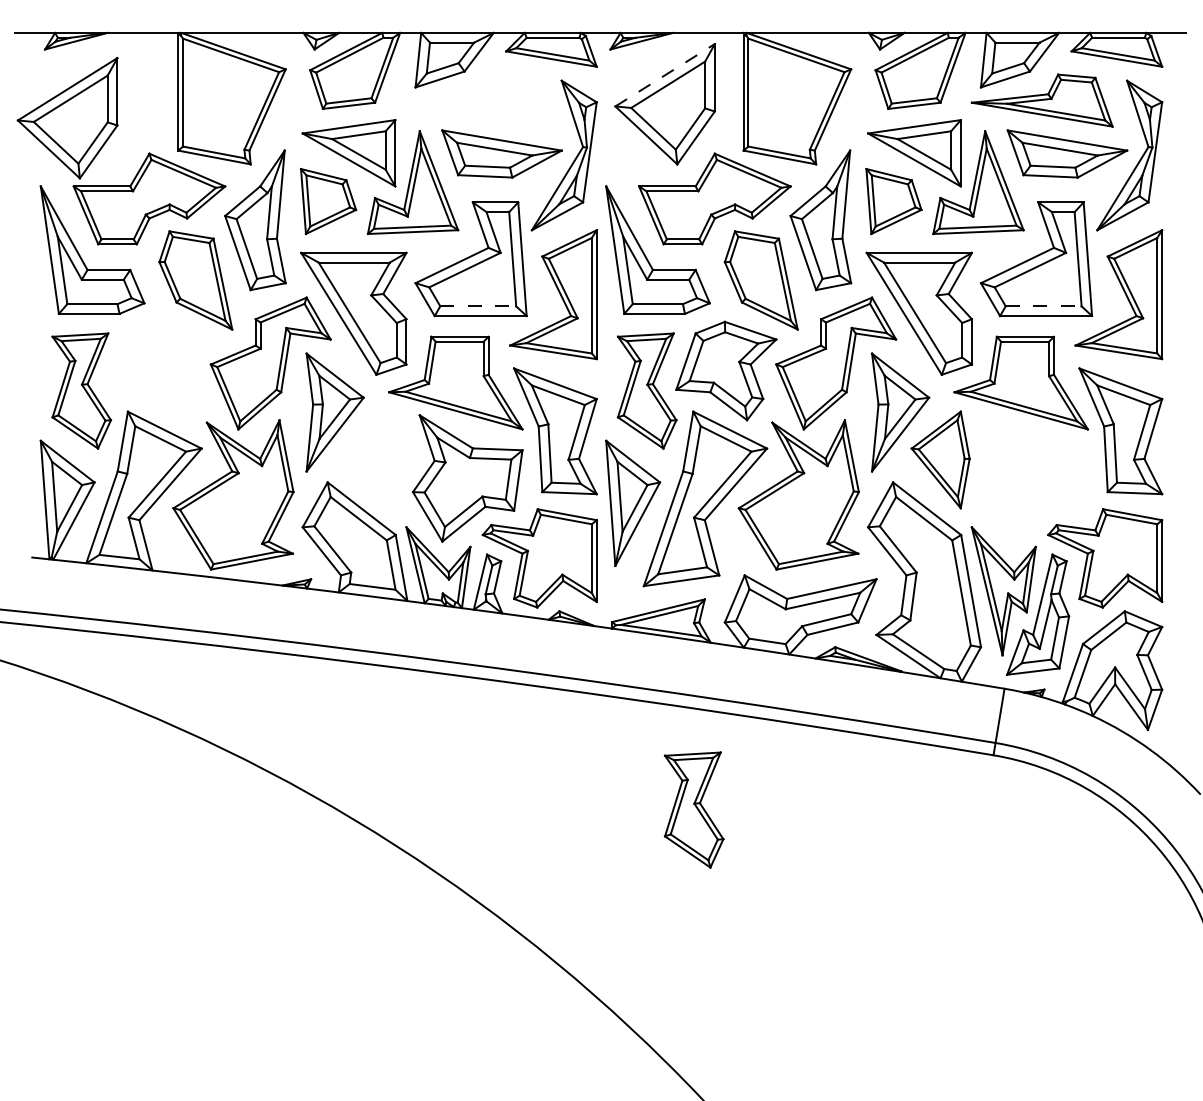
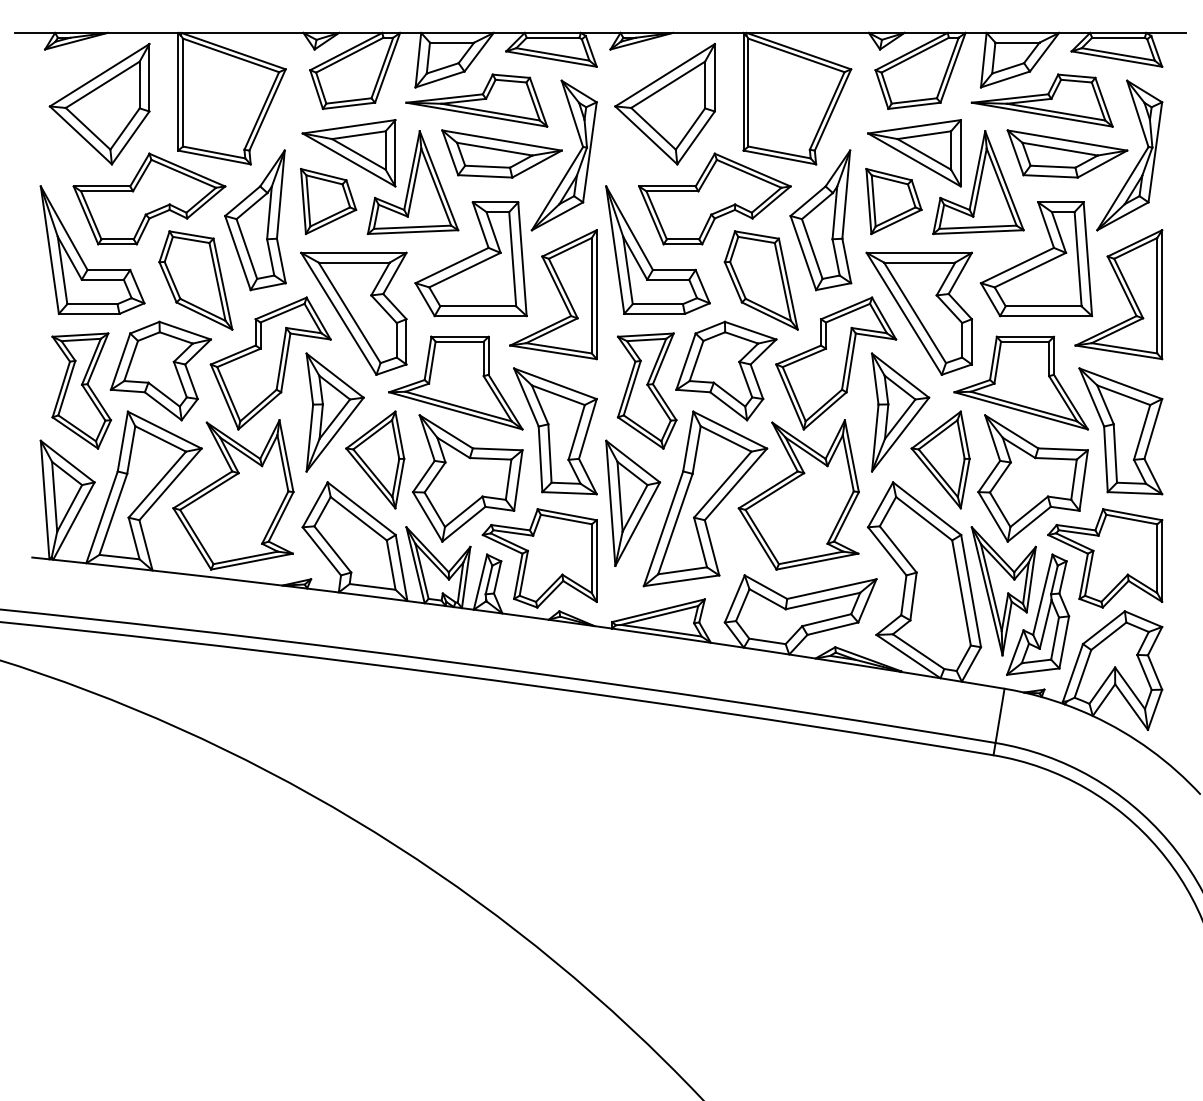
line at (665, 75): dashed -> solid
part at (476, 100): none -> present
part at (67, 117) position: (67, 117) -> (99, 103)
line at (478, 306): dashed -> solid
line at (1043, 306): dashed -> solid
part at (160, 370): none -> present
part at (375, 459): none -> present
part at (1032, 478): none -> present
part at (693, 809): present -> none
